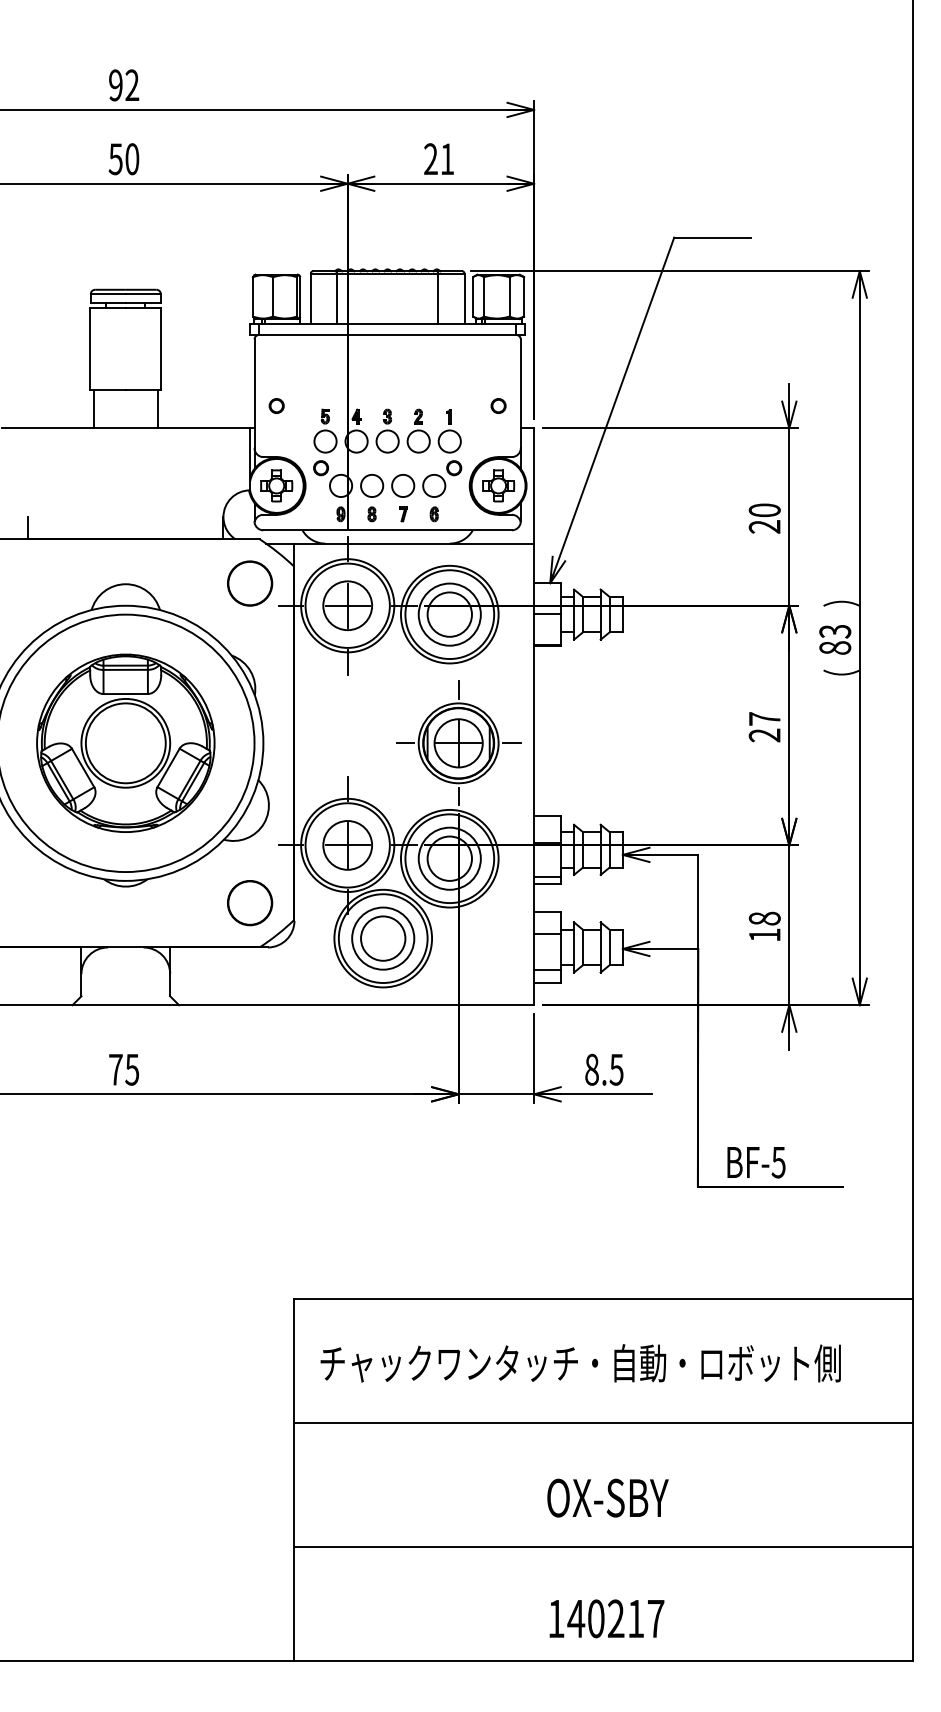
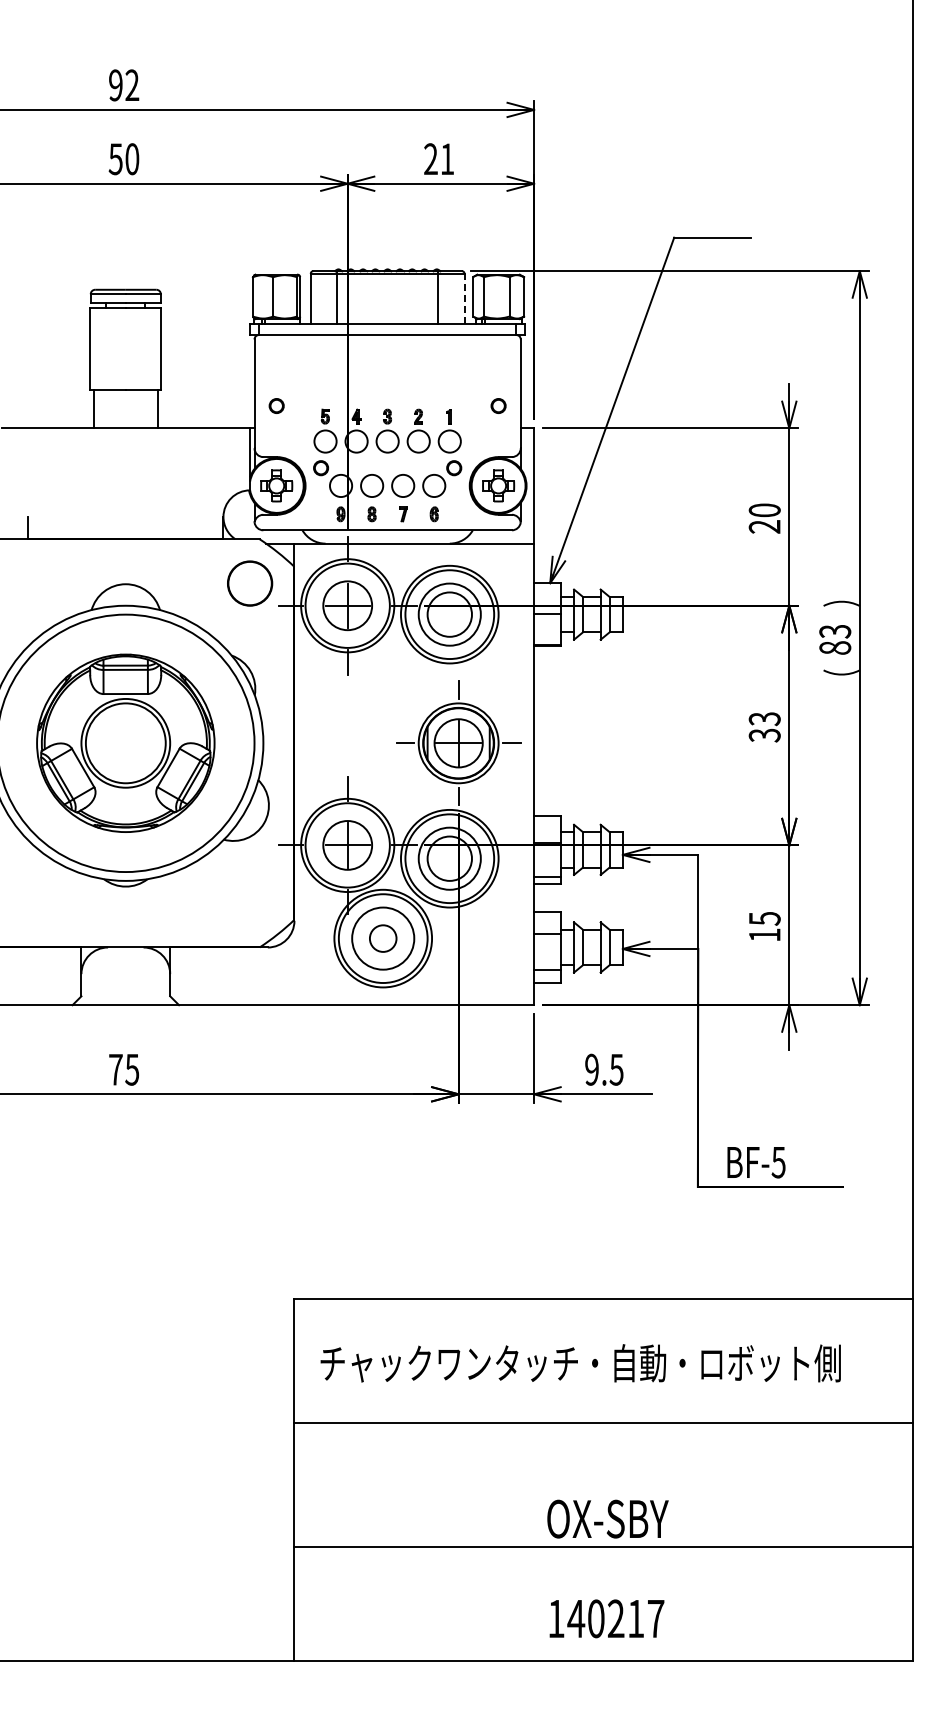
line at (464, 298): solid -> dashed
text at (764, 727): 27 -> 33
circle at (250, 903): present -> none
text at (764, 918): 18 -> 15
circle at (383, 938) diameter: 44 px -> 27 px
text at (591, 1069): 8.5 -> 9.5
text at (607, 1497) position: (607, 1497) -> (607, 1518)
